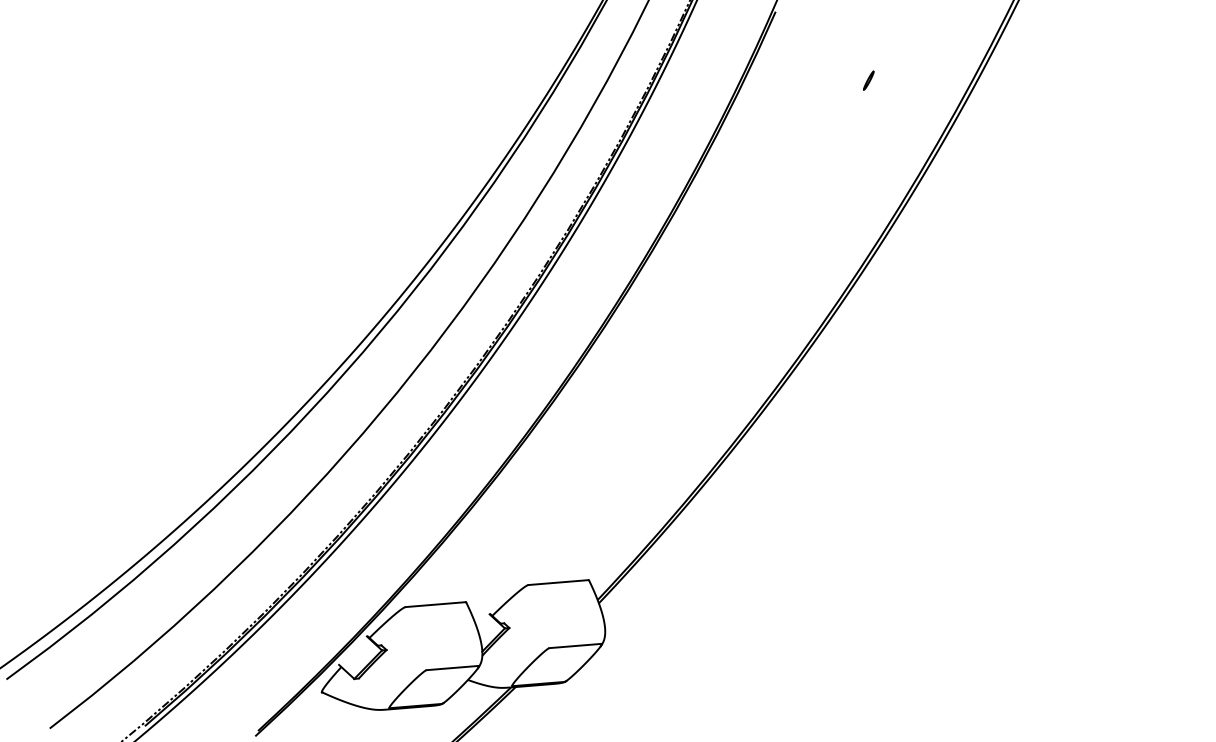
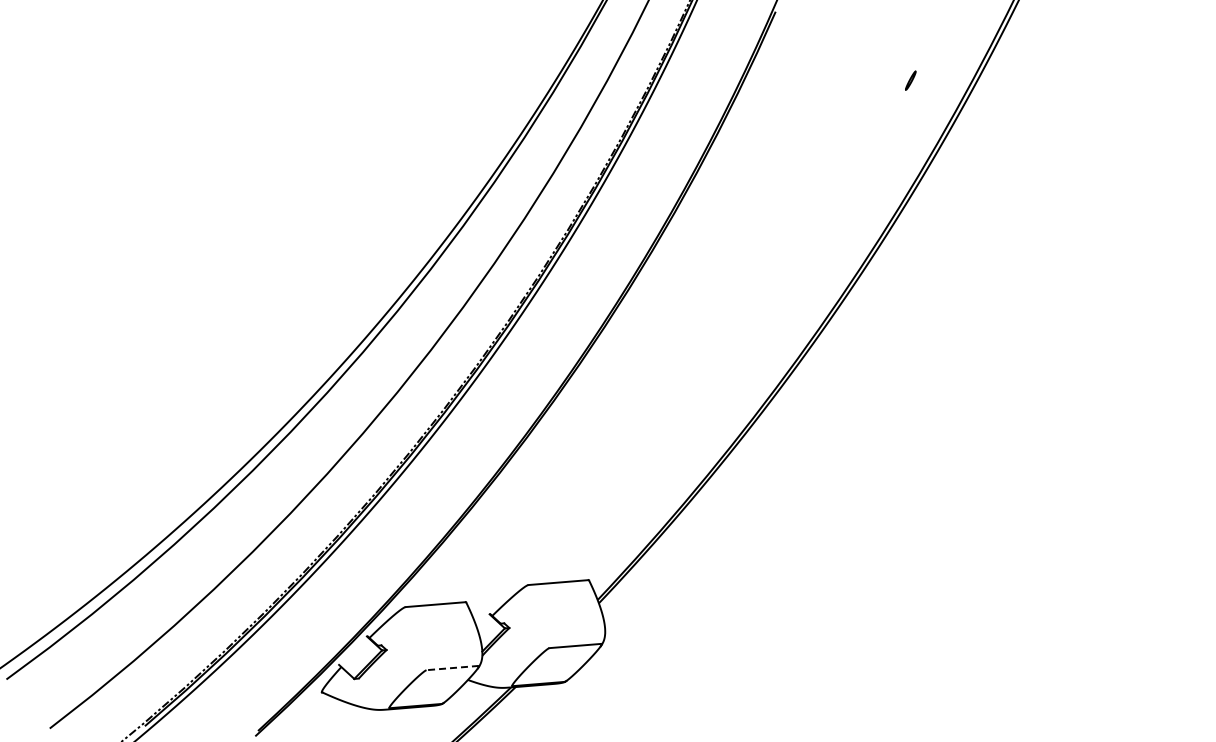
part at (868, 80) position: (868, 80) -> (910, 80)
line at (452, 668): solid -> dashed
